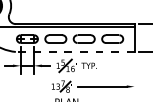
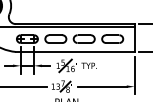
line at (74, 51): dashed -> solid
line at (134, 75): none -> present
line at (24, 86): none -> present
